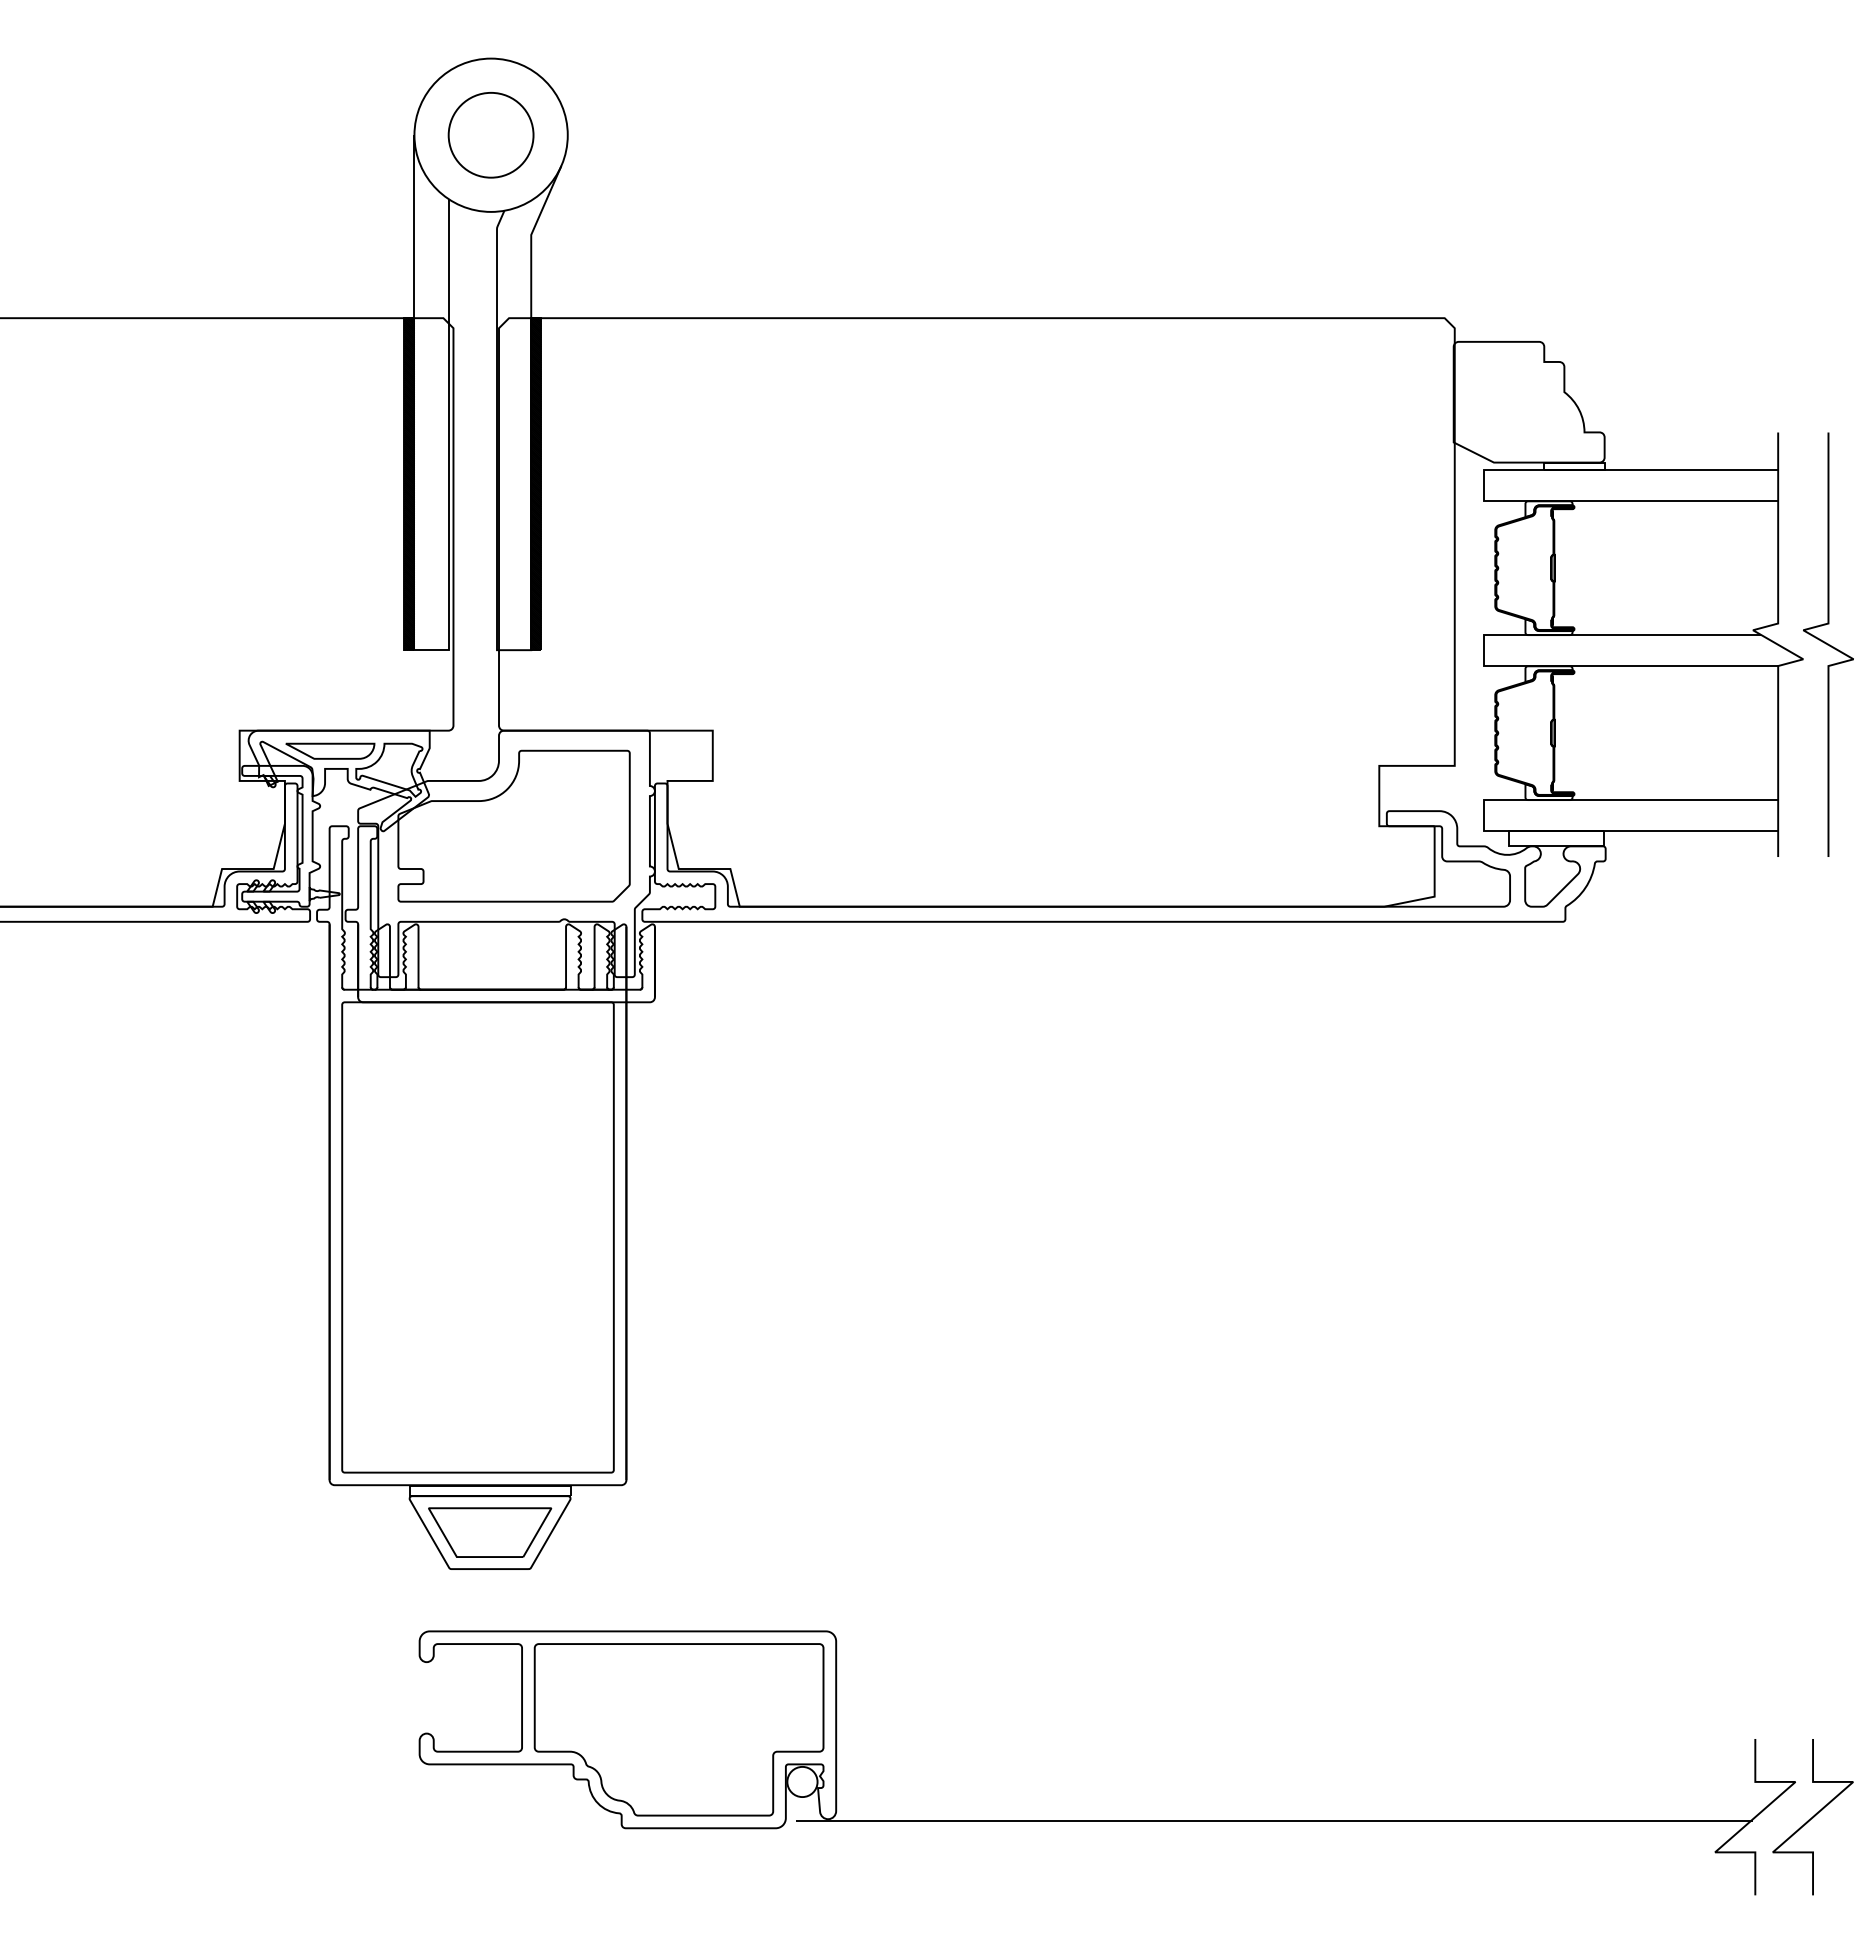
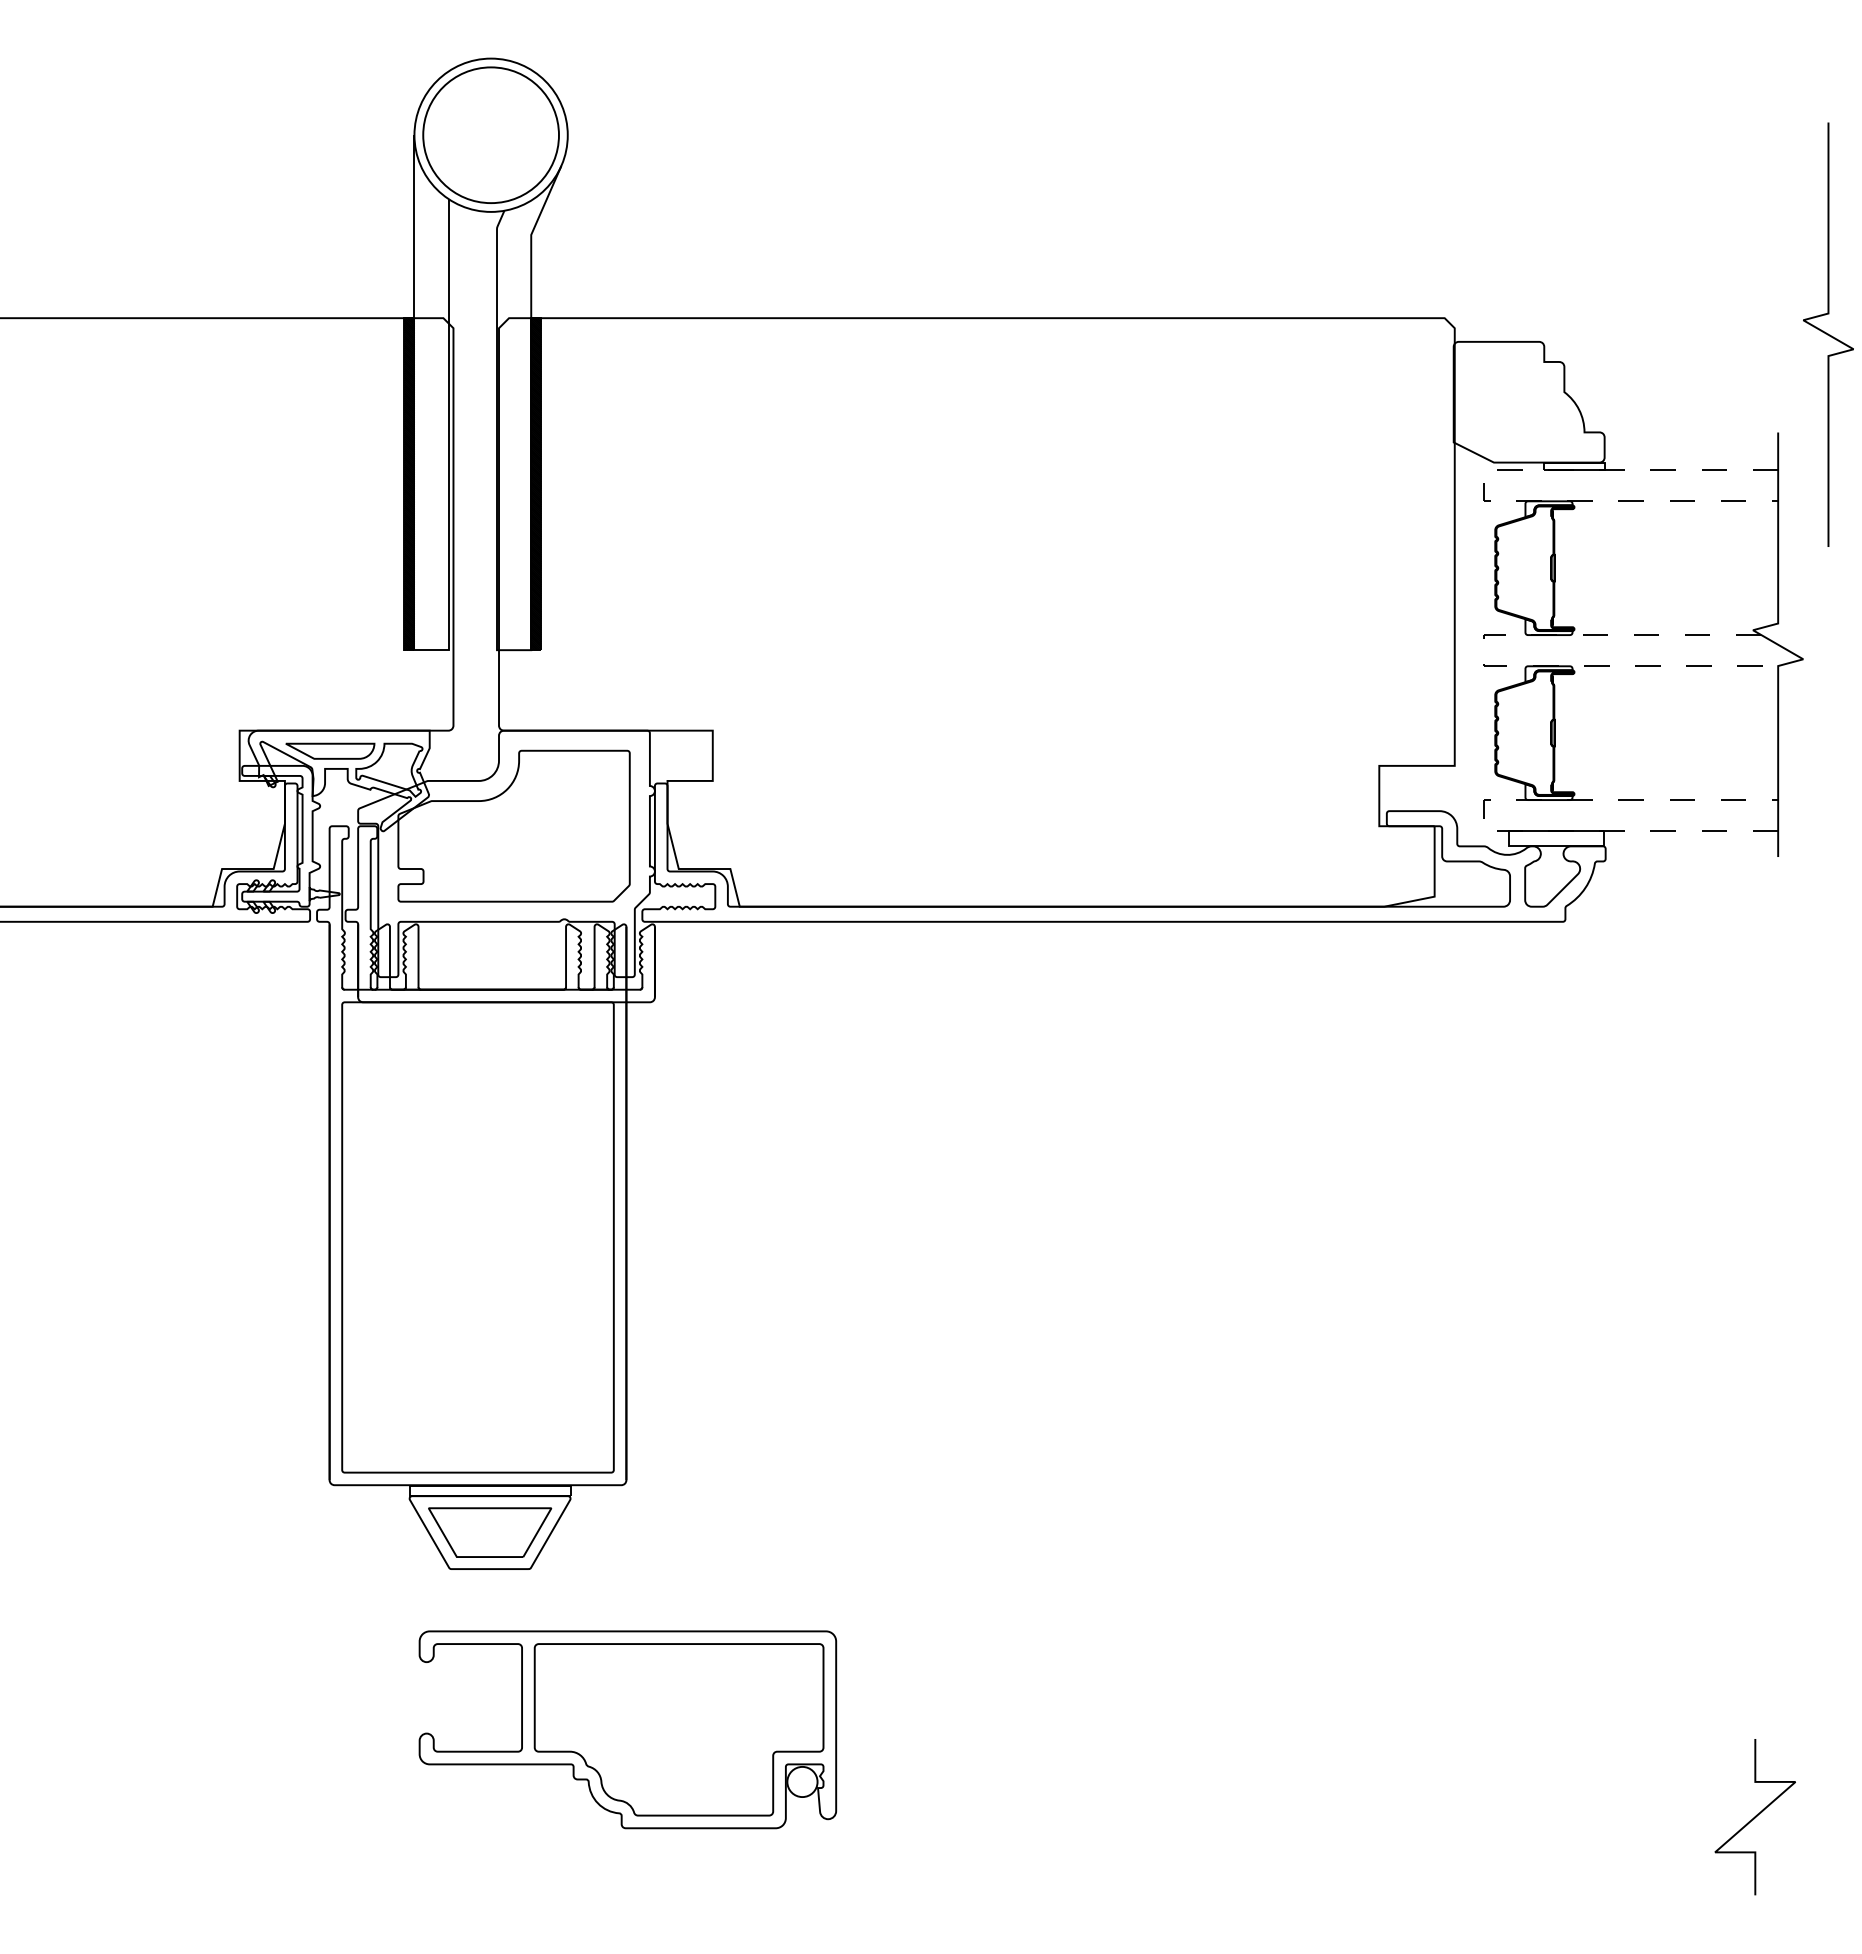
circle at (490, 134) diameter: 85 px -> 136 px
line at (1483, 485): solid -> dashed
curve at (1828, 644) position: (1828, 644) -> (1828, 334)
line at (1483, 659): solid -> dashed
line at (1483, 815): solid -> dashed
curve at (1812, 1817): present -> none
line at (1273, 1821): present -> none
